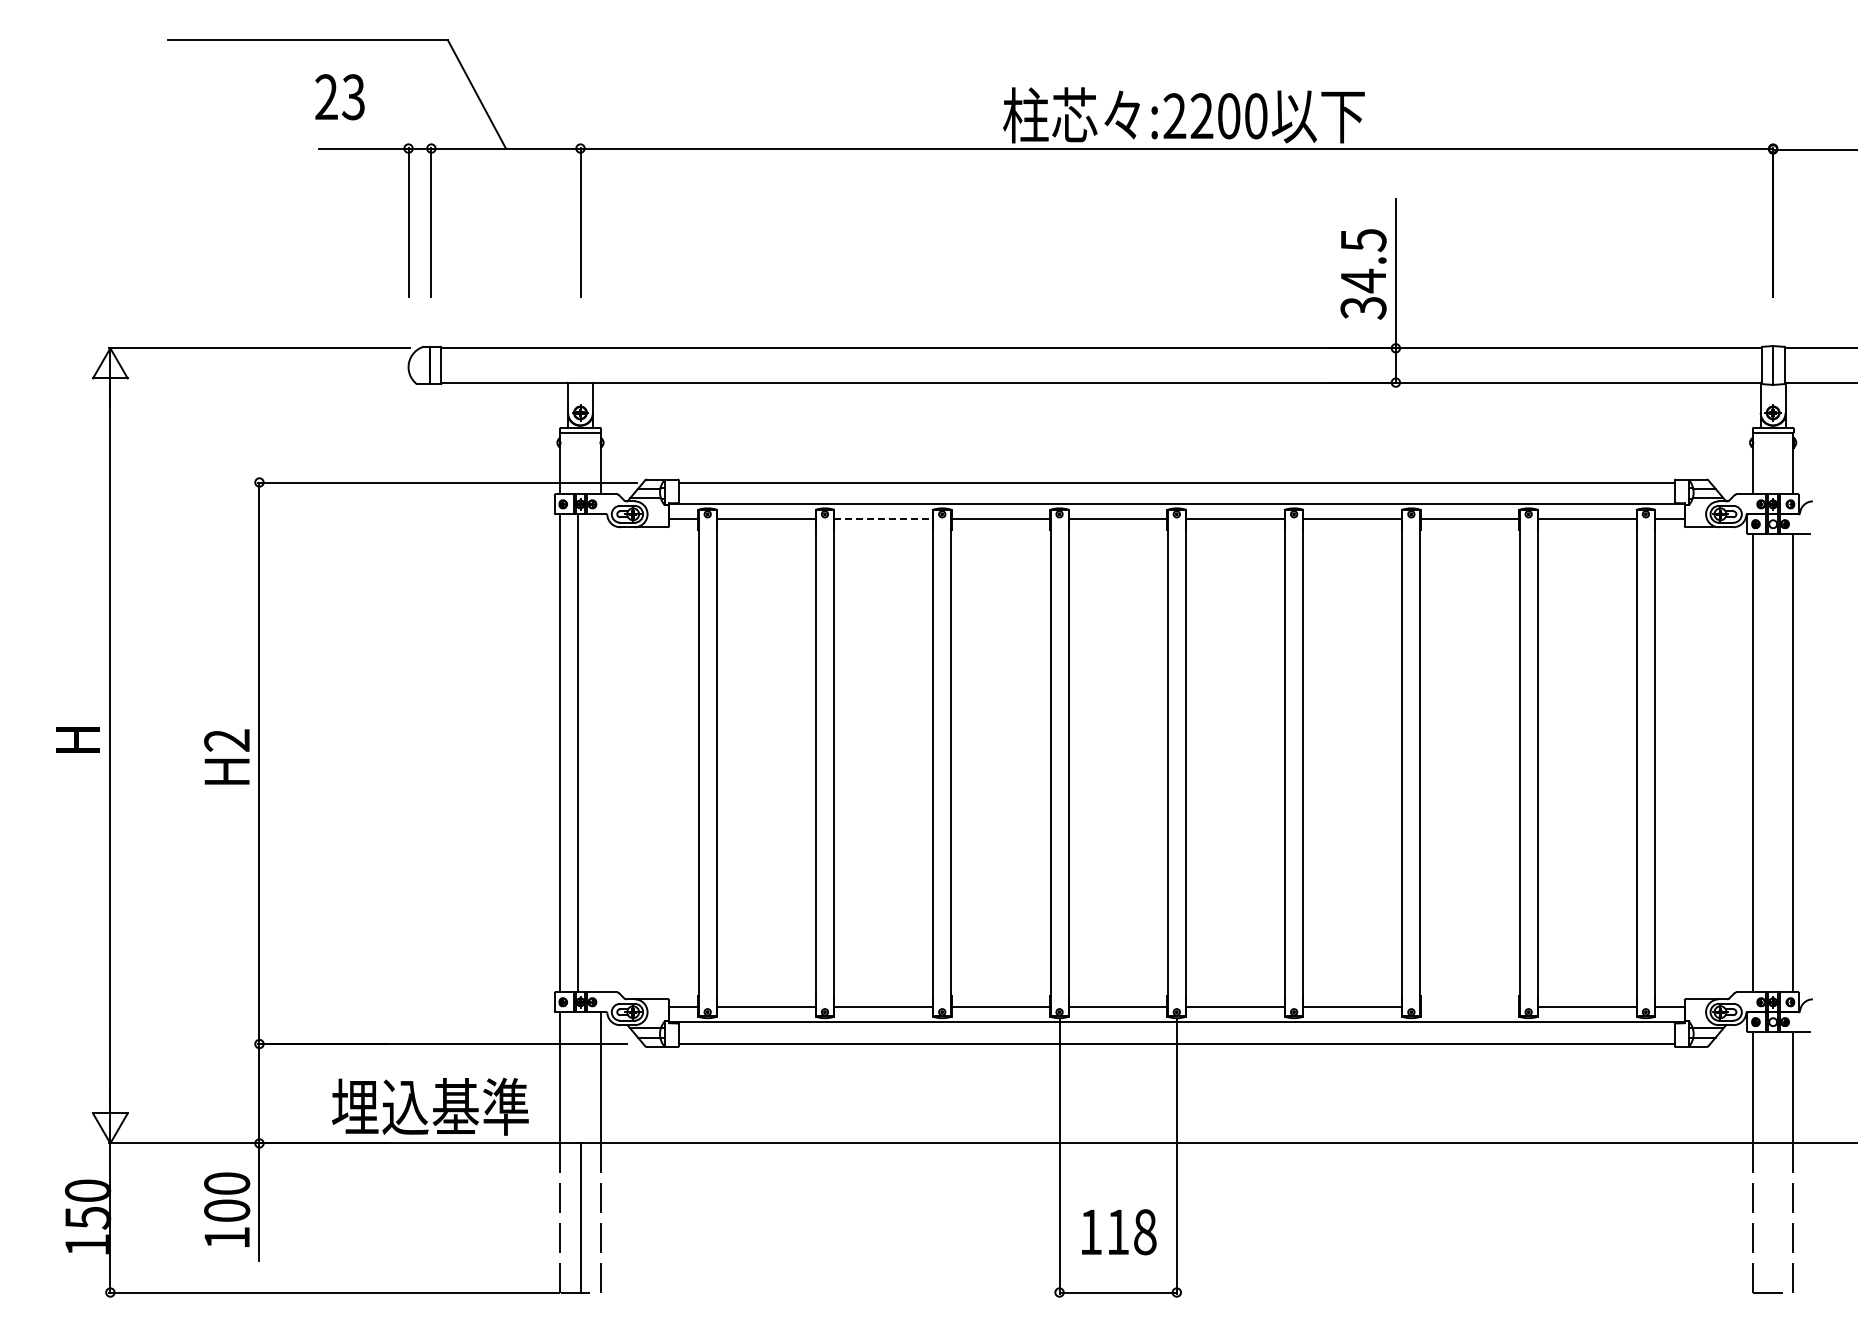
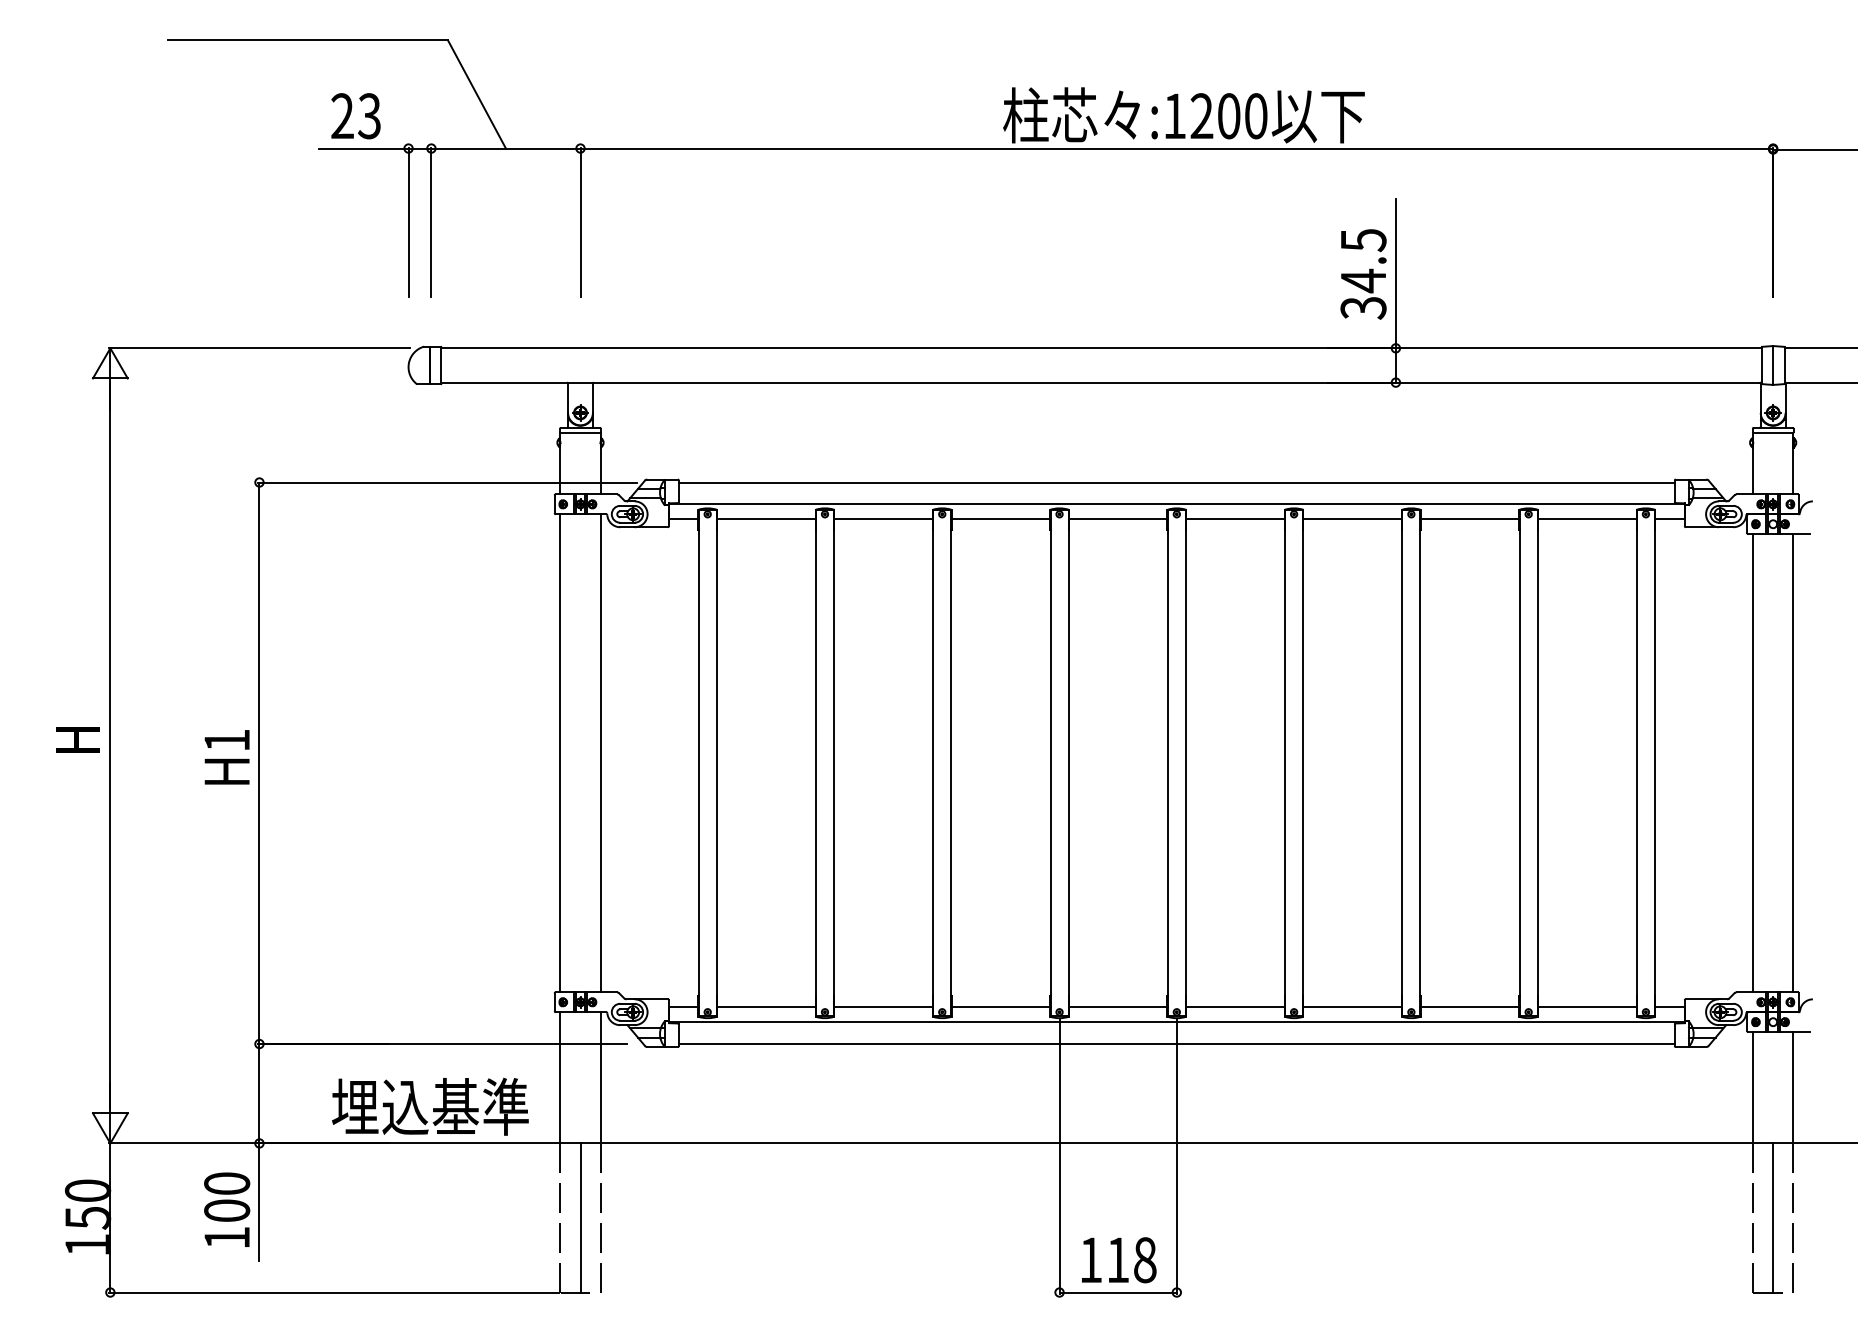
text at (339, 97) position: (339, 97) -> (355, 116)
text at (1174, 115): :2200 -> :1200
line at (883, 519): dashed -> solid
text at (226, 740): H2 -> H1
line at (577, 753) position: (577, 753) -> (600, 753)
line at (1469, 1007): none -> present
line at (1773, 1217): none -> present
text at (1119, 1232) position: (1119, 1232) -> (1119, 1260)
